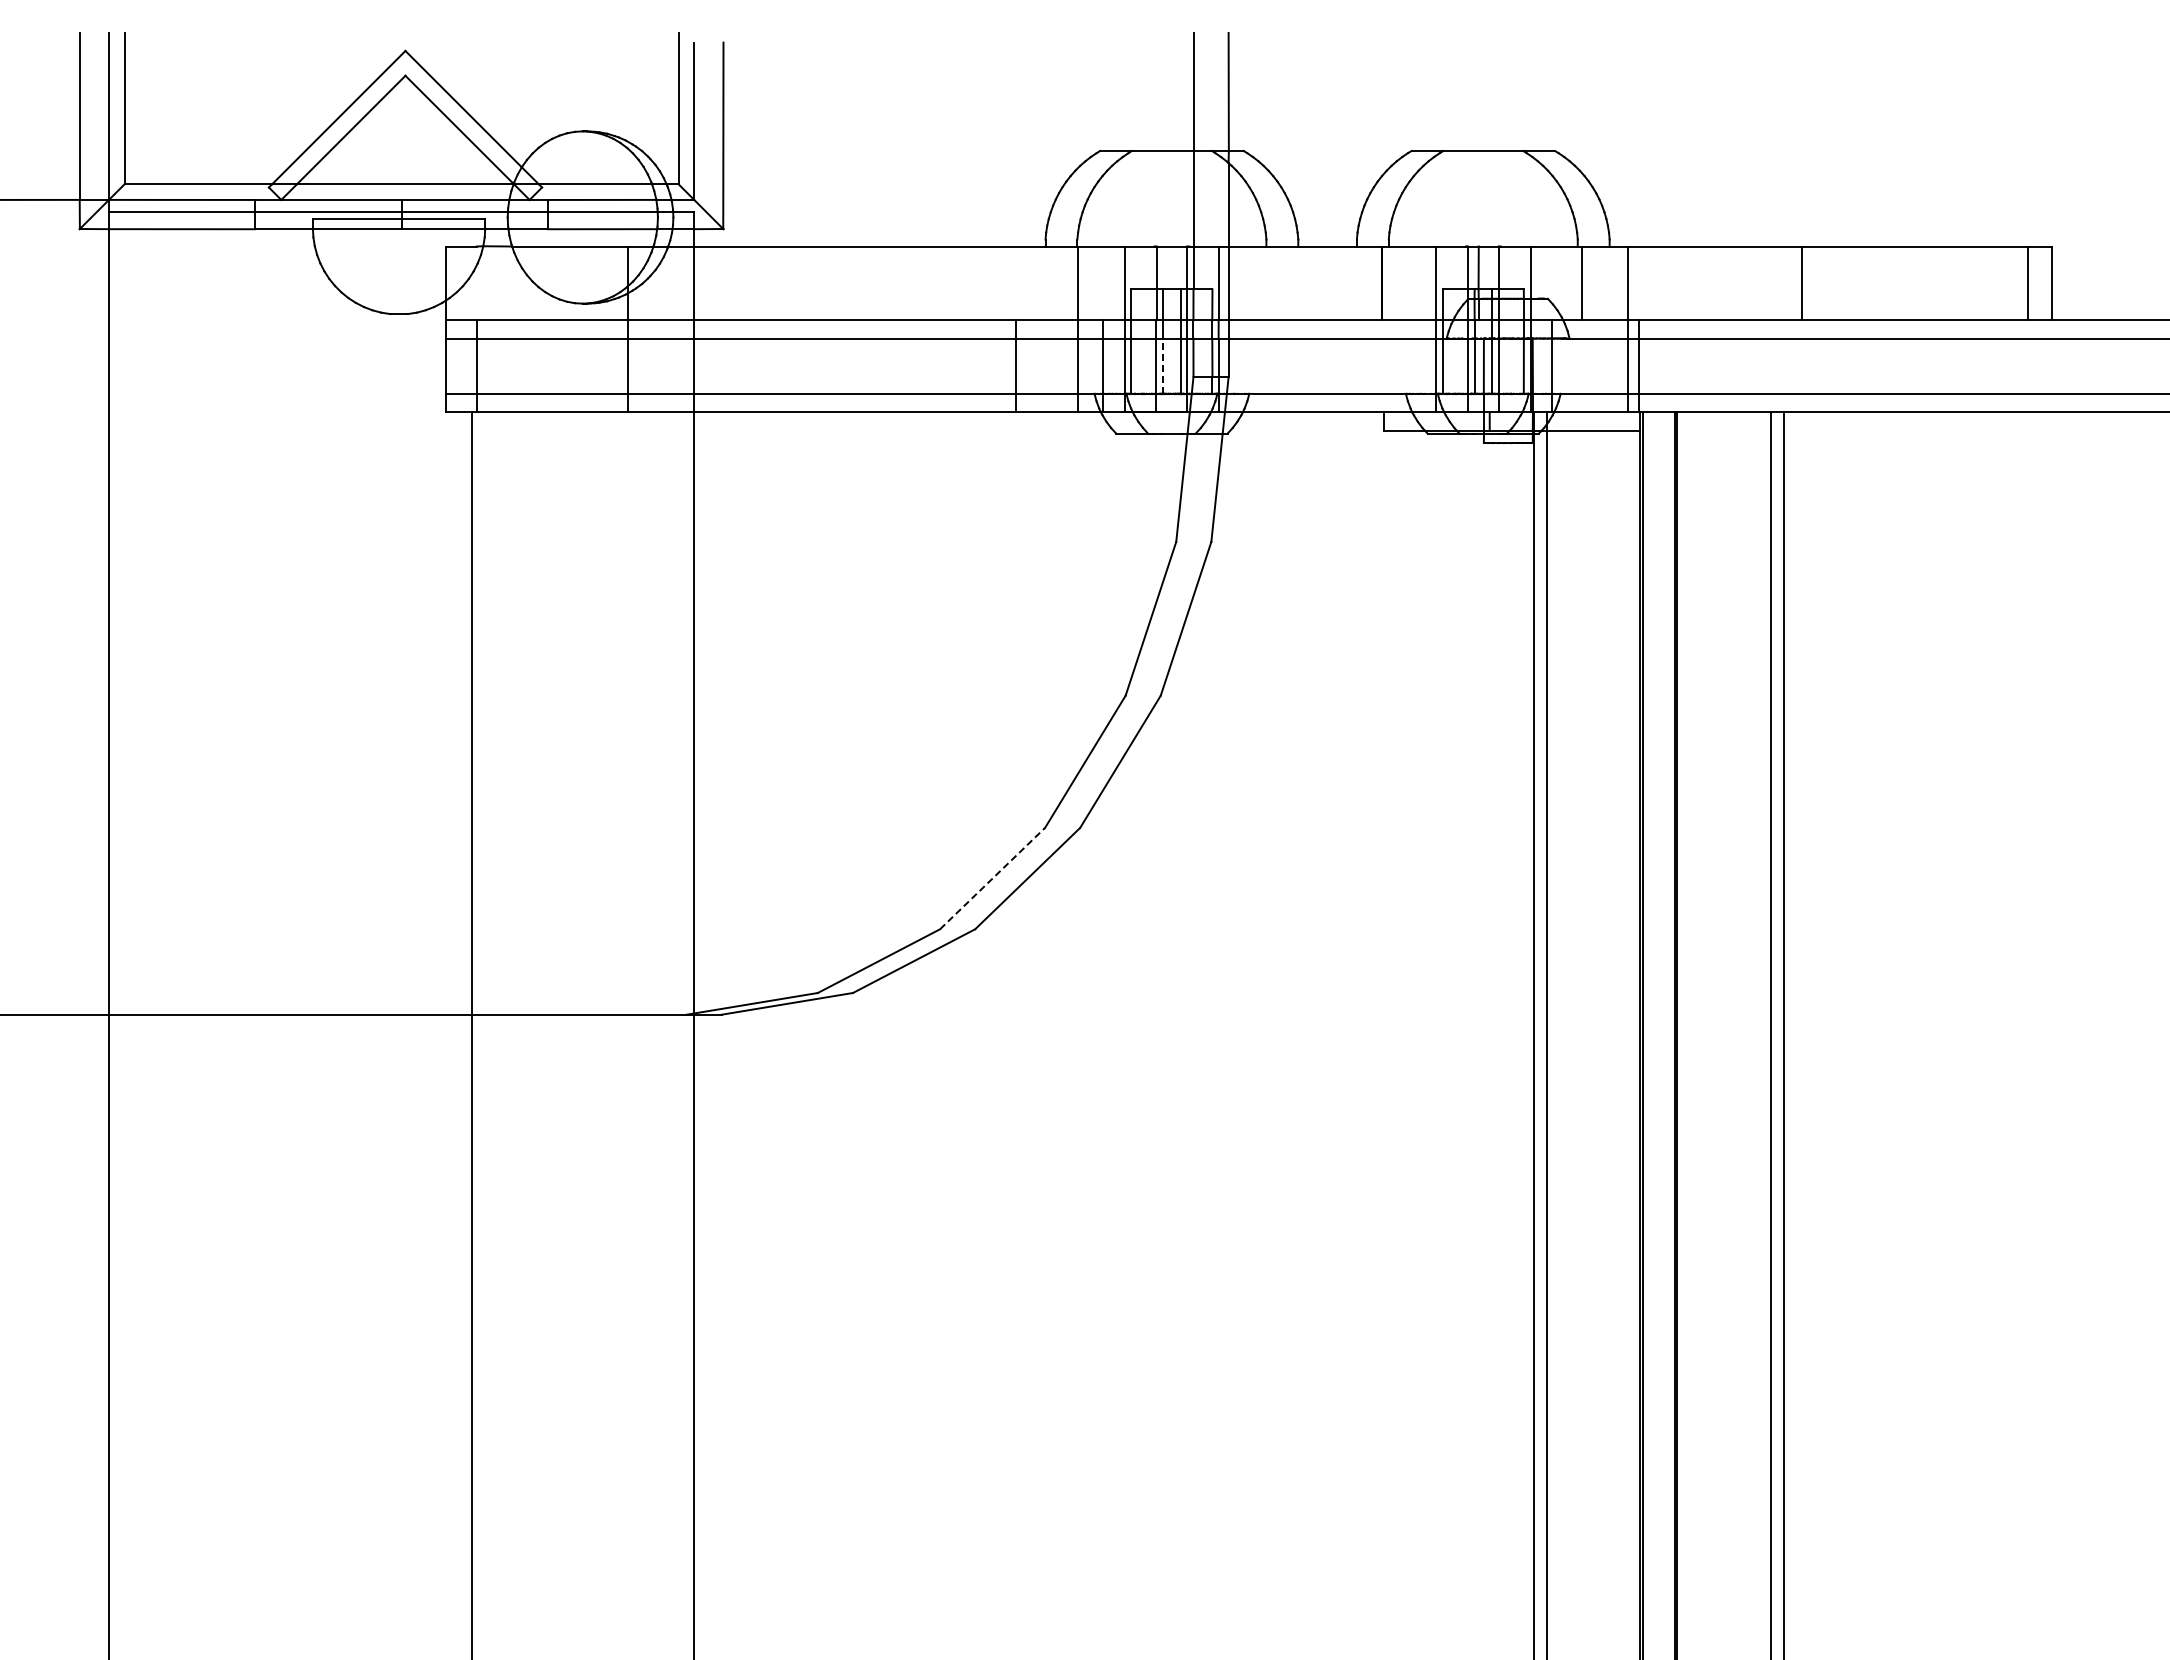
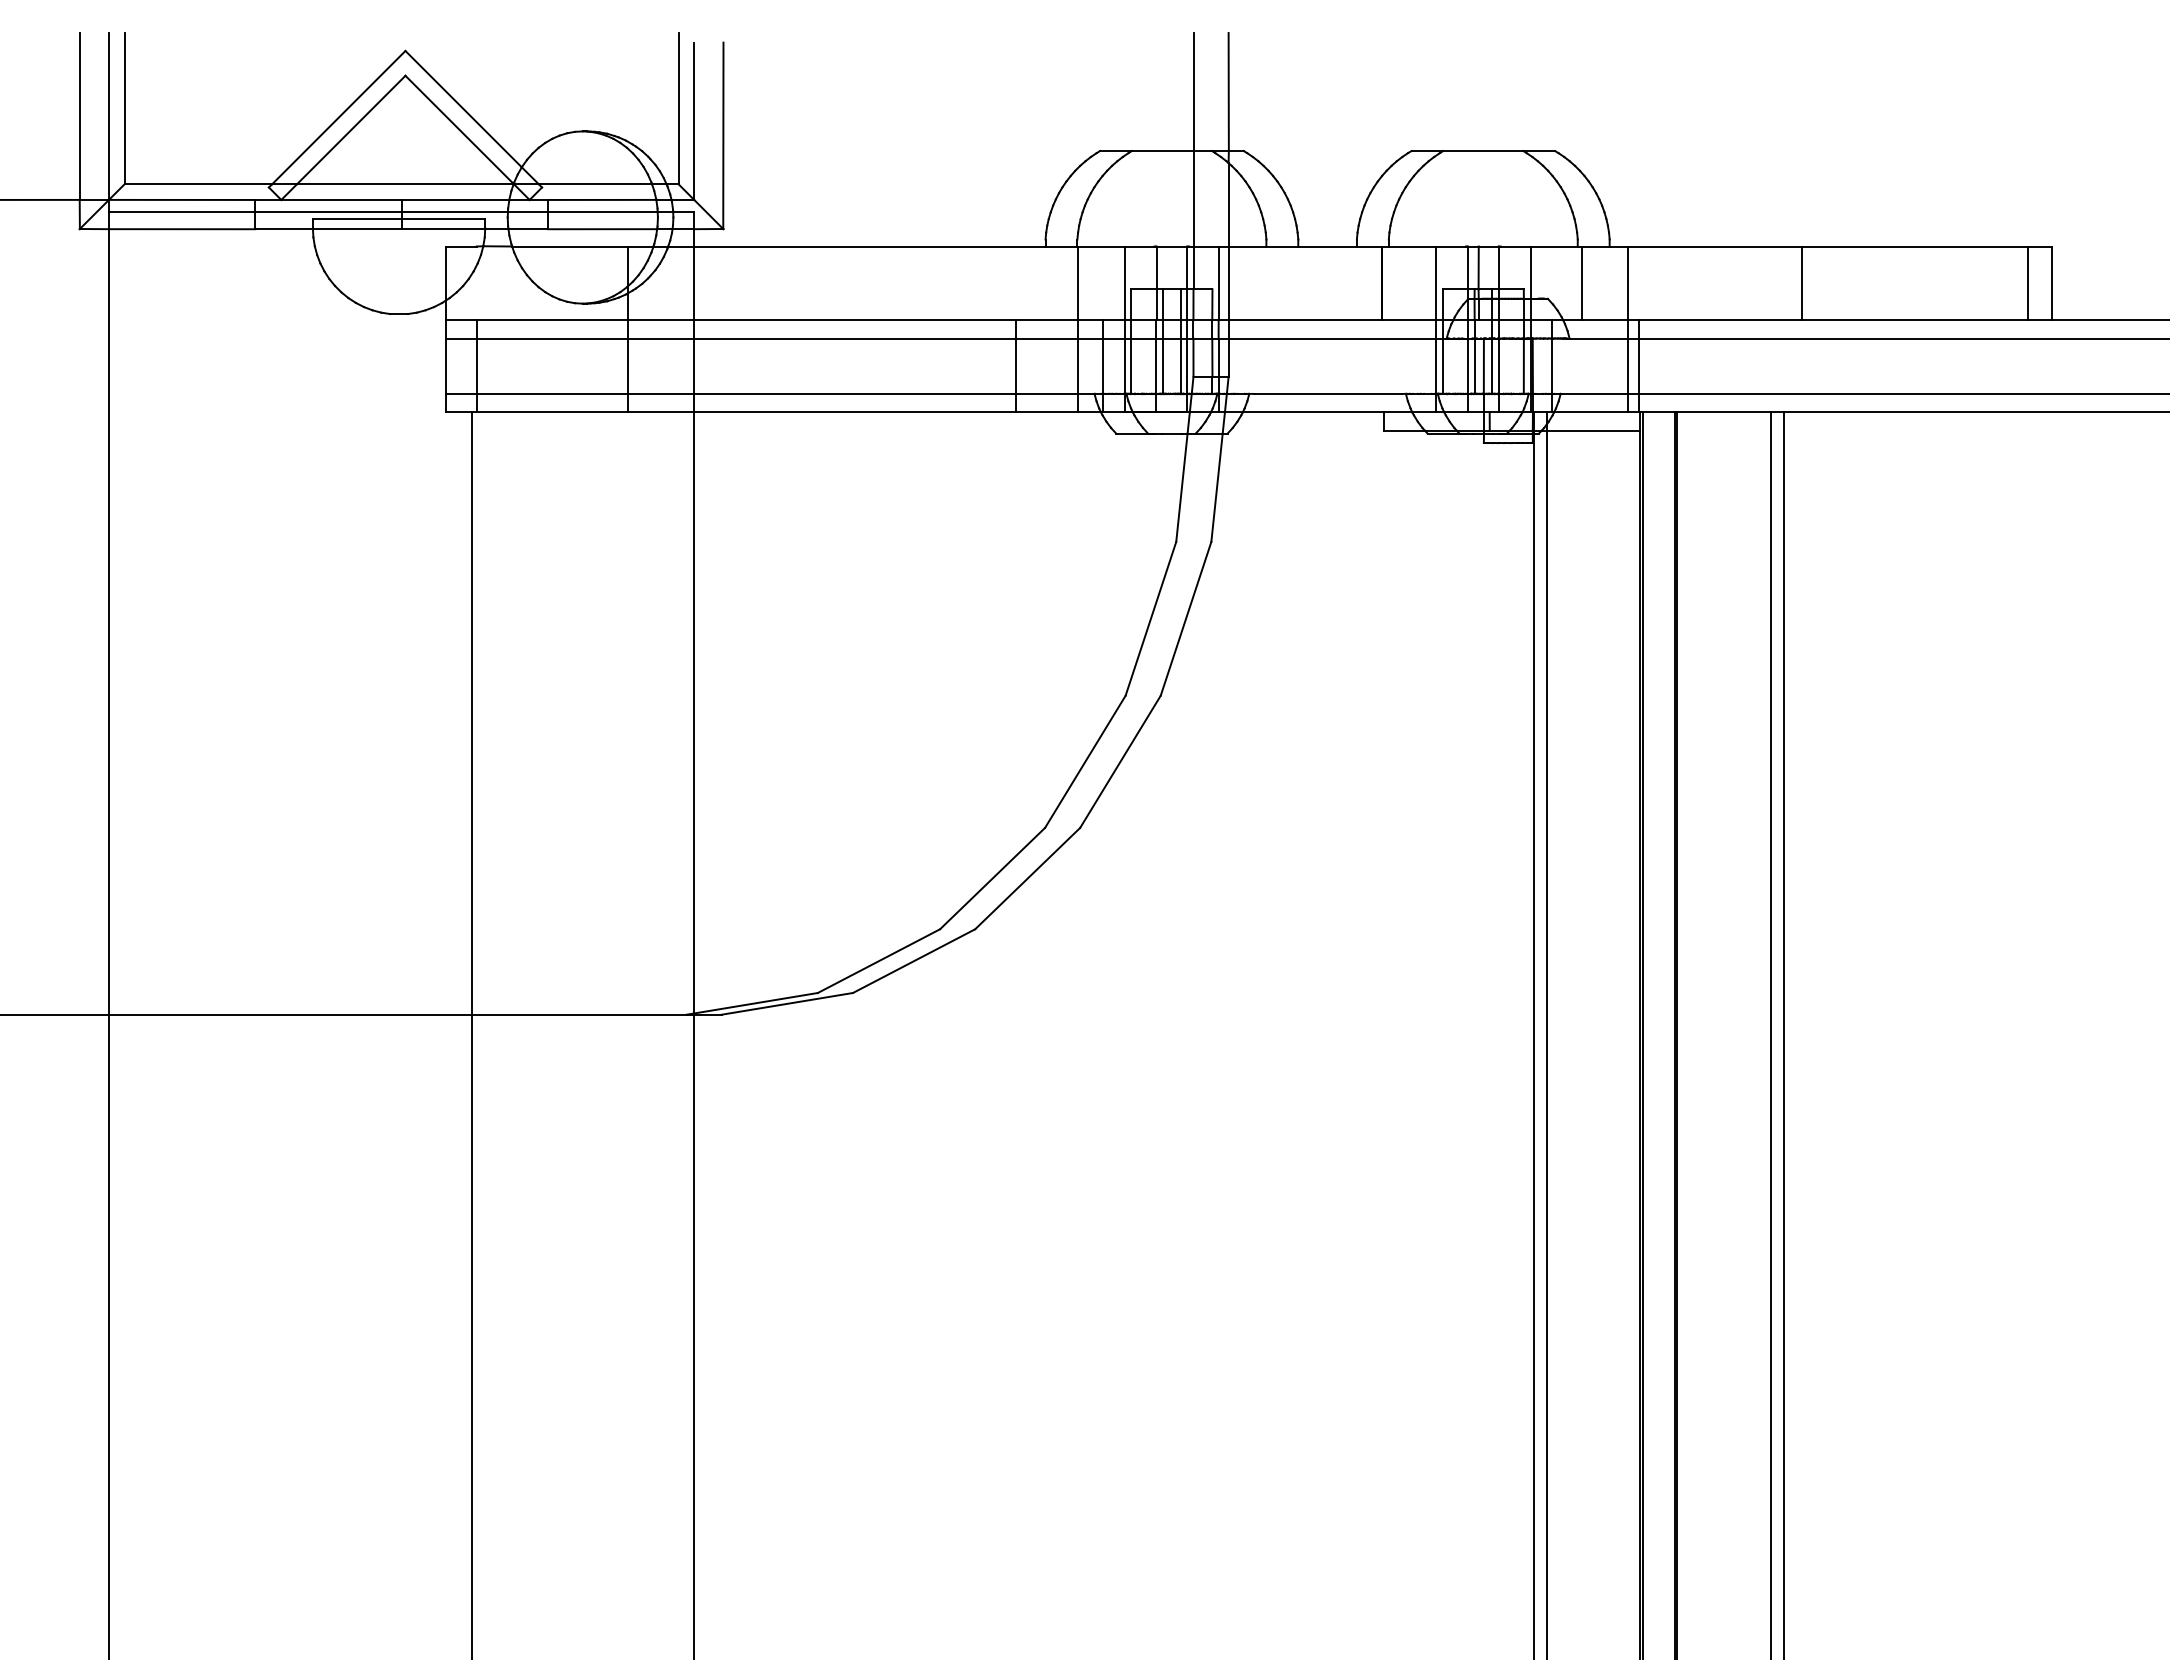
line at (1163, 366): dashed -> solid
line at (992, 878): dashed -> solid
